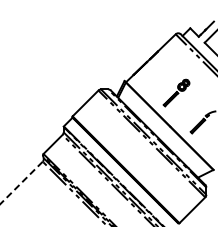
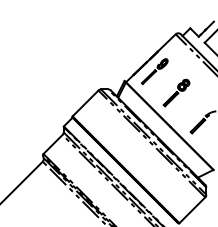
part at (154, 71): none -> present
line at (21, 182): dashed -> solid
